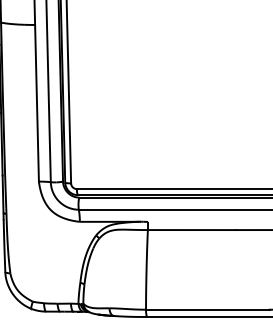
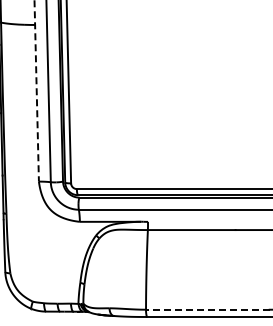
line at (36, 90): solid -> dashed
line at (207, 309): solid -> dashed
